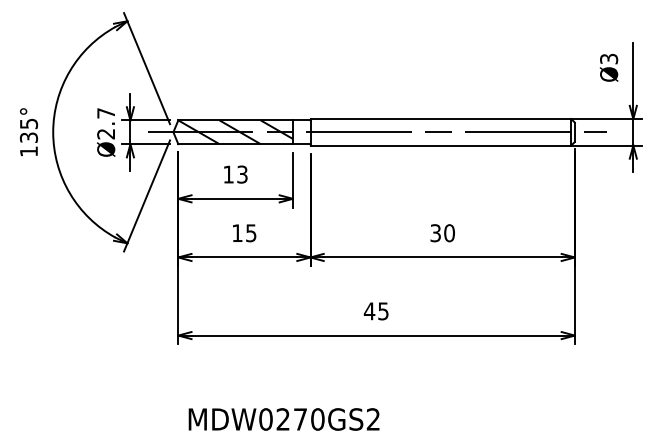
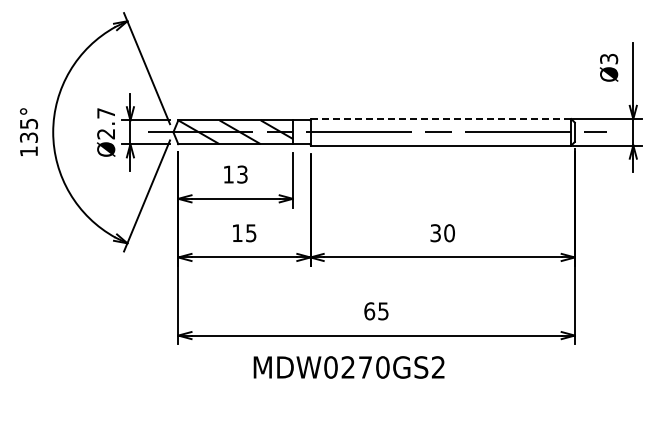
line at (441, 119): solid -> dashed
text at (369, 311): 45 -> 65
text at (283, 419) position: (283, 419) -> (348, 367)
